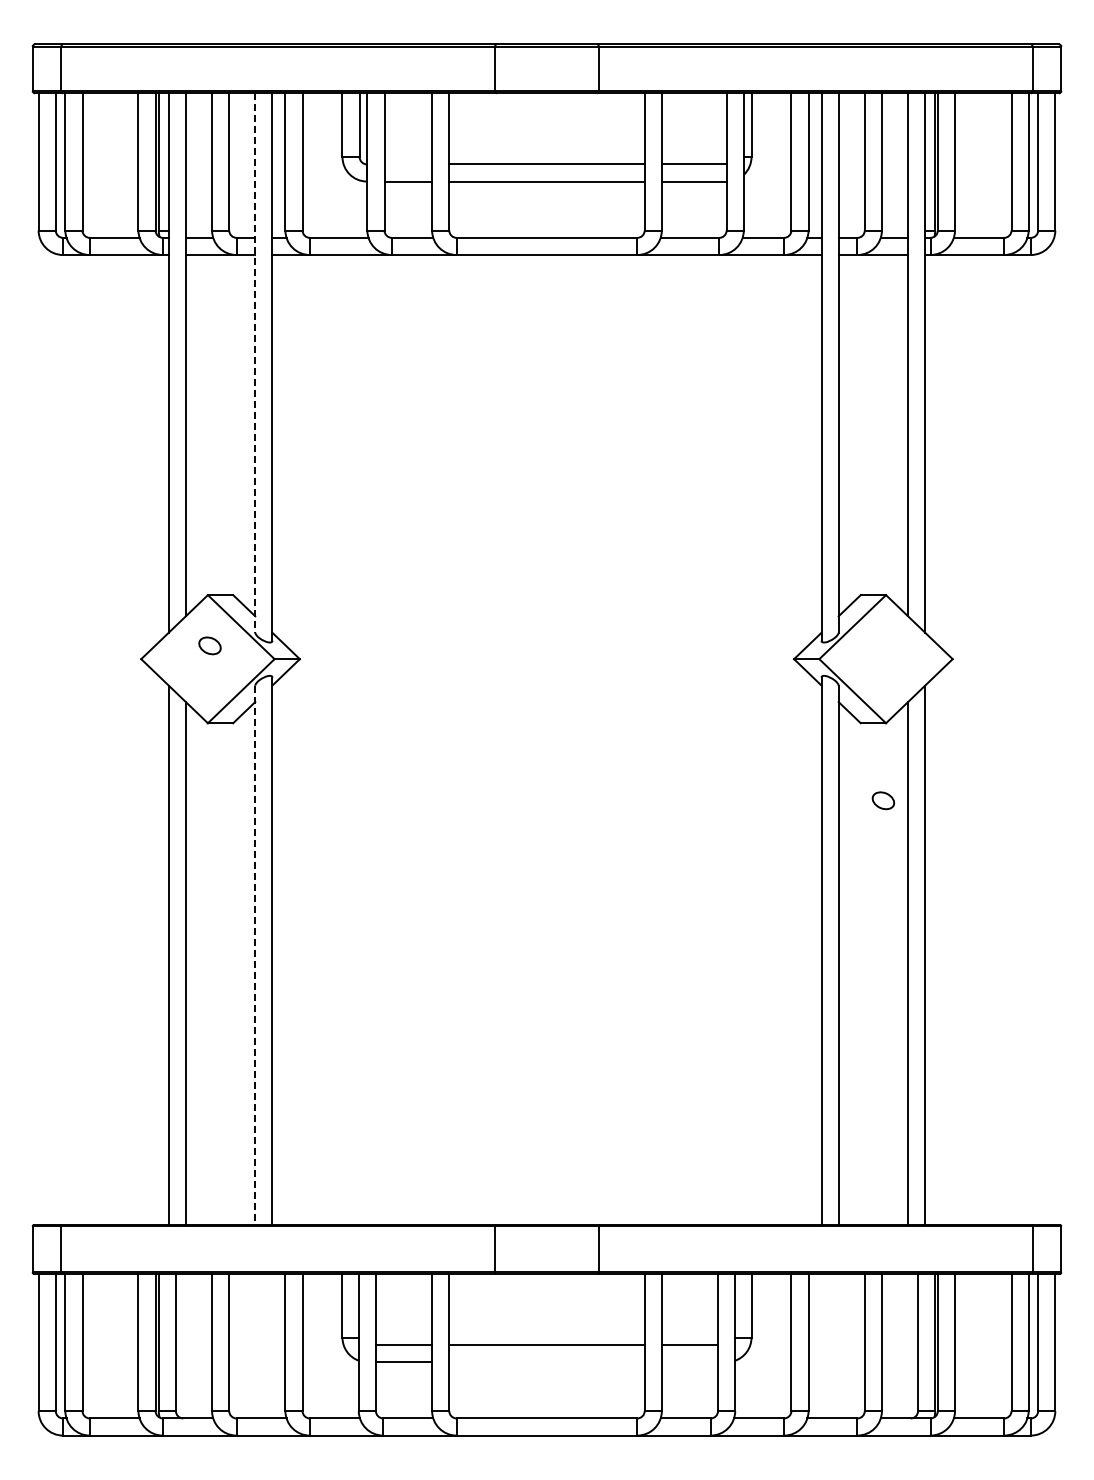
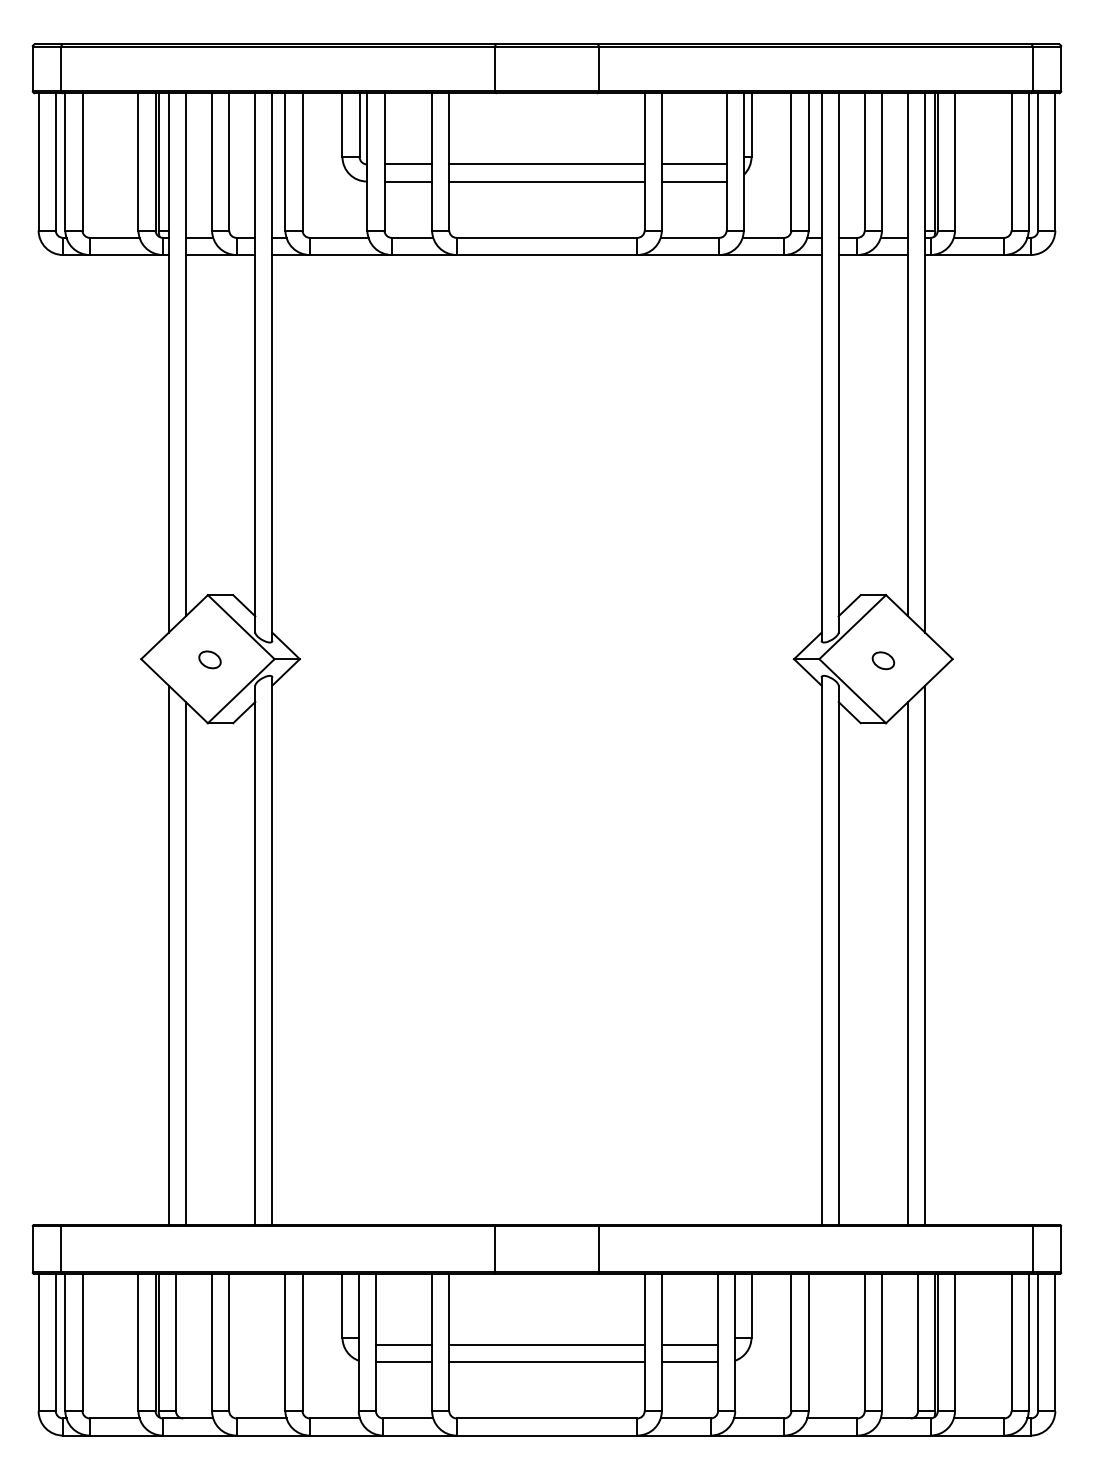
line at (408, 164): none -> present
line at (255, 362): dashed -> solid
part at (209, 645) position: (209, 645) -> (209, 659)
part at (883, 800) position: (883, 800) -> (883, 660)
line at (255, 955): dashed -> solid
line at (546, 1362): none -> present
line at (689, 1362): none -> present
